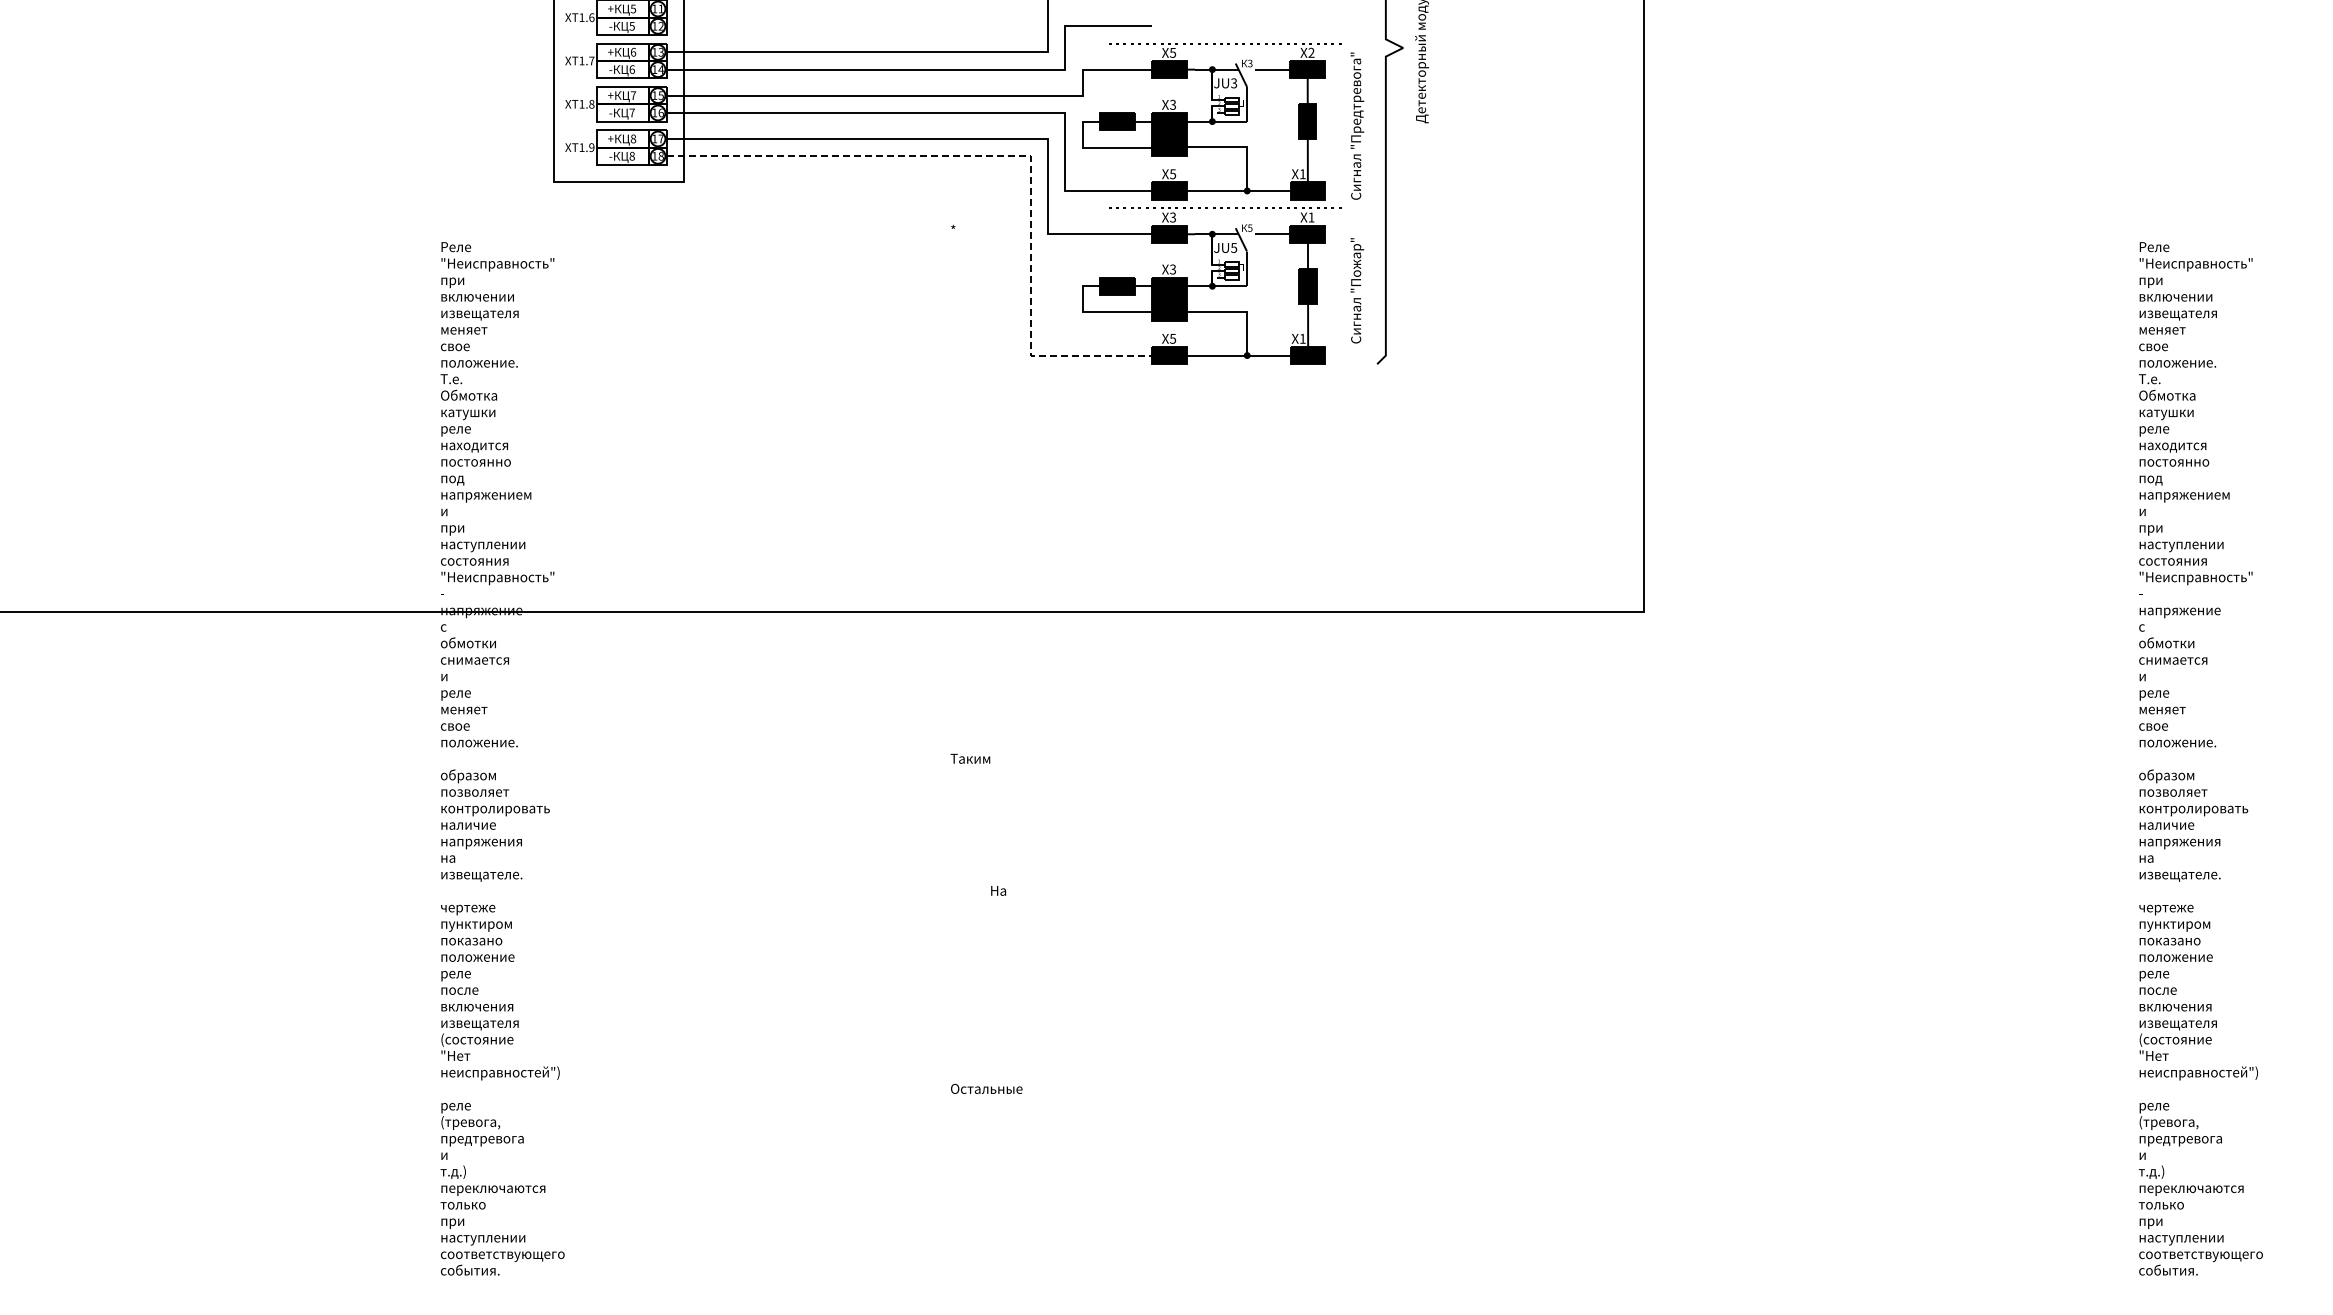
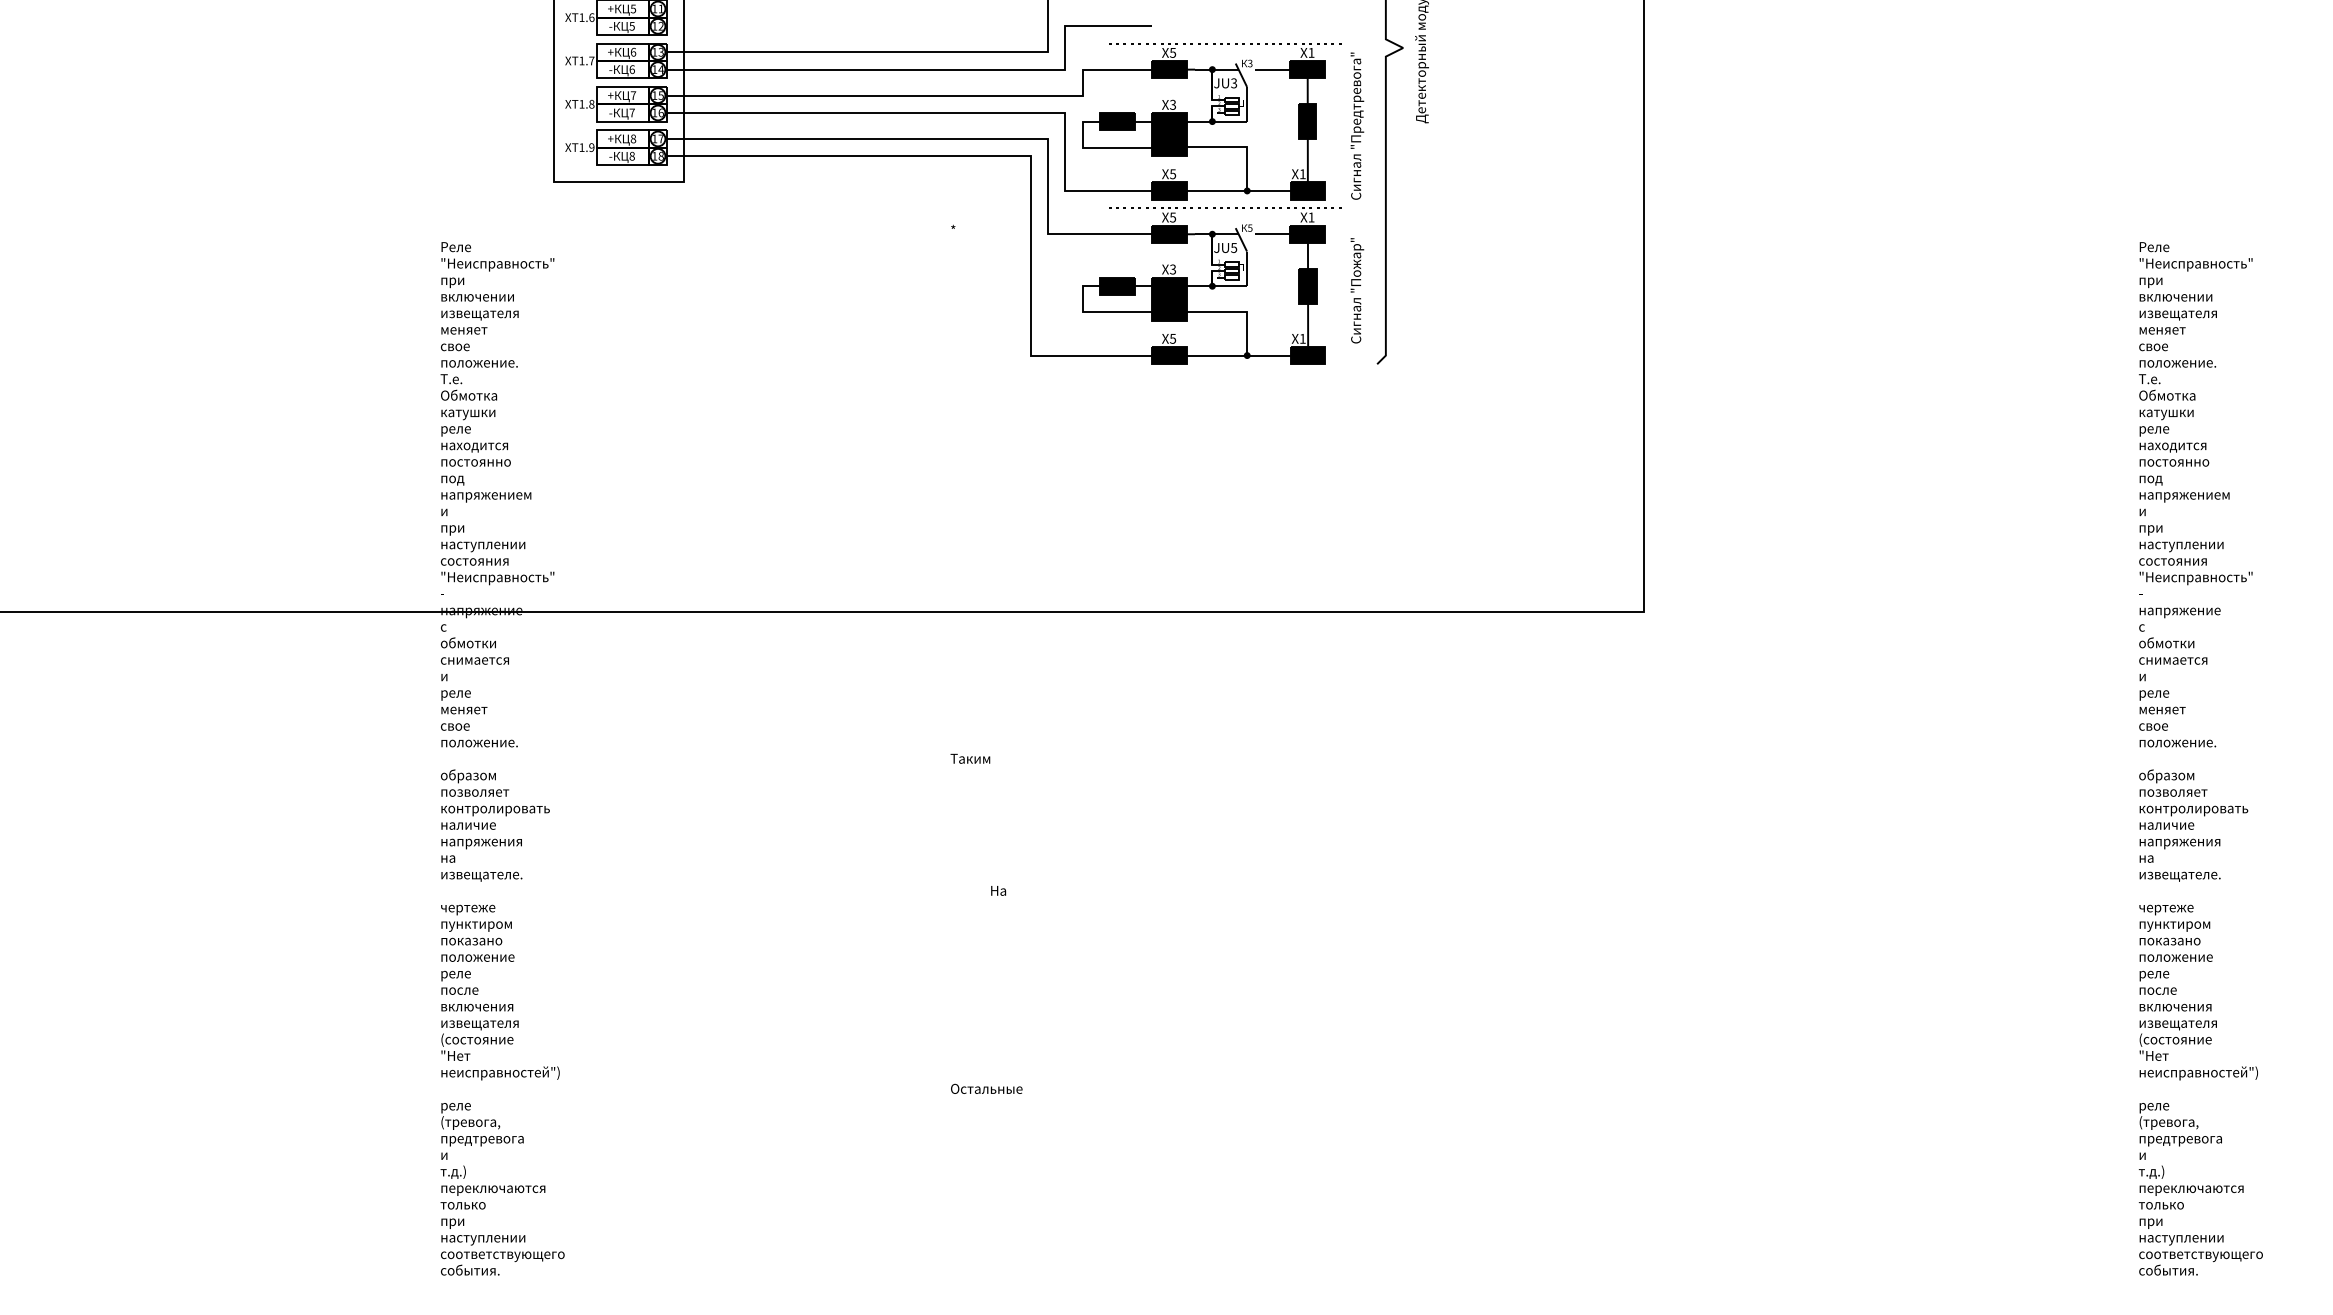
text at (1311, 52): X2 -> X1
line at (1010, 156): dashed -> solid
text at (1172, 216): X3 -> X5
